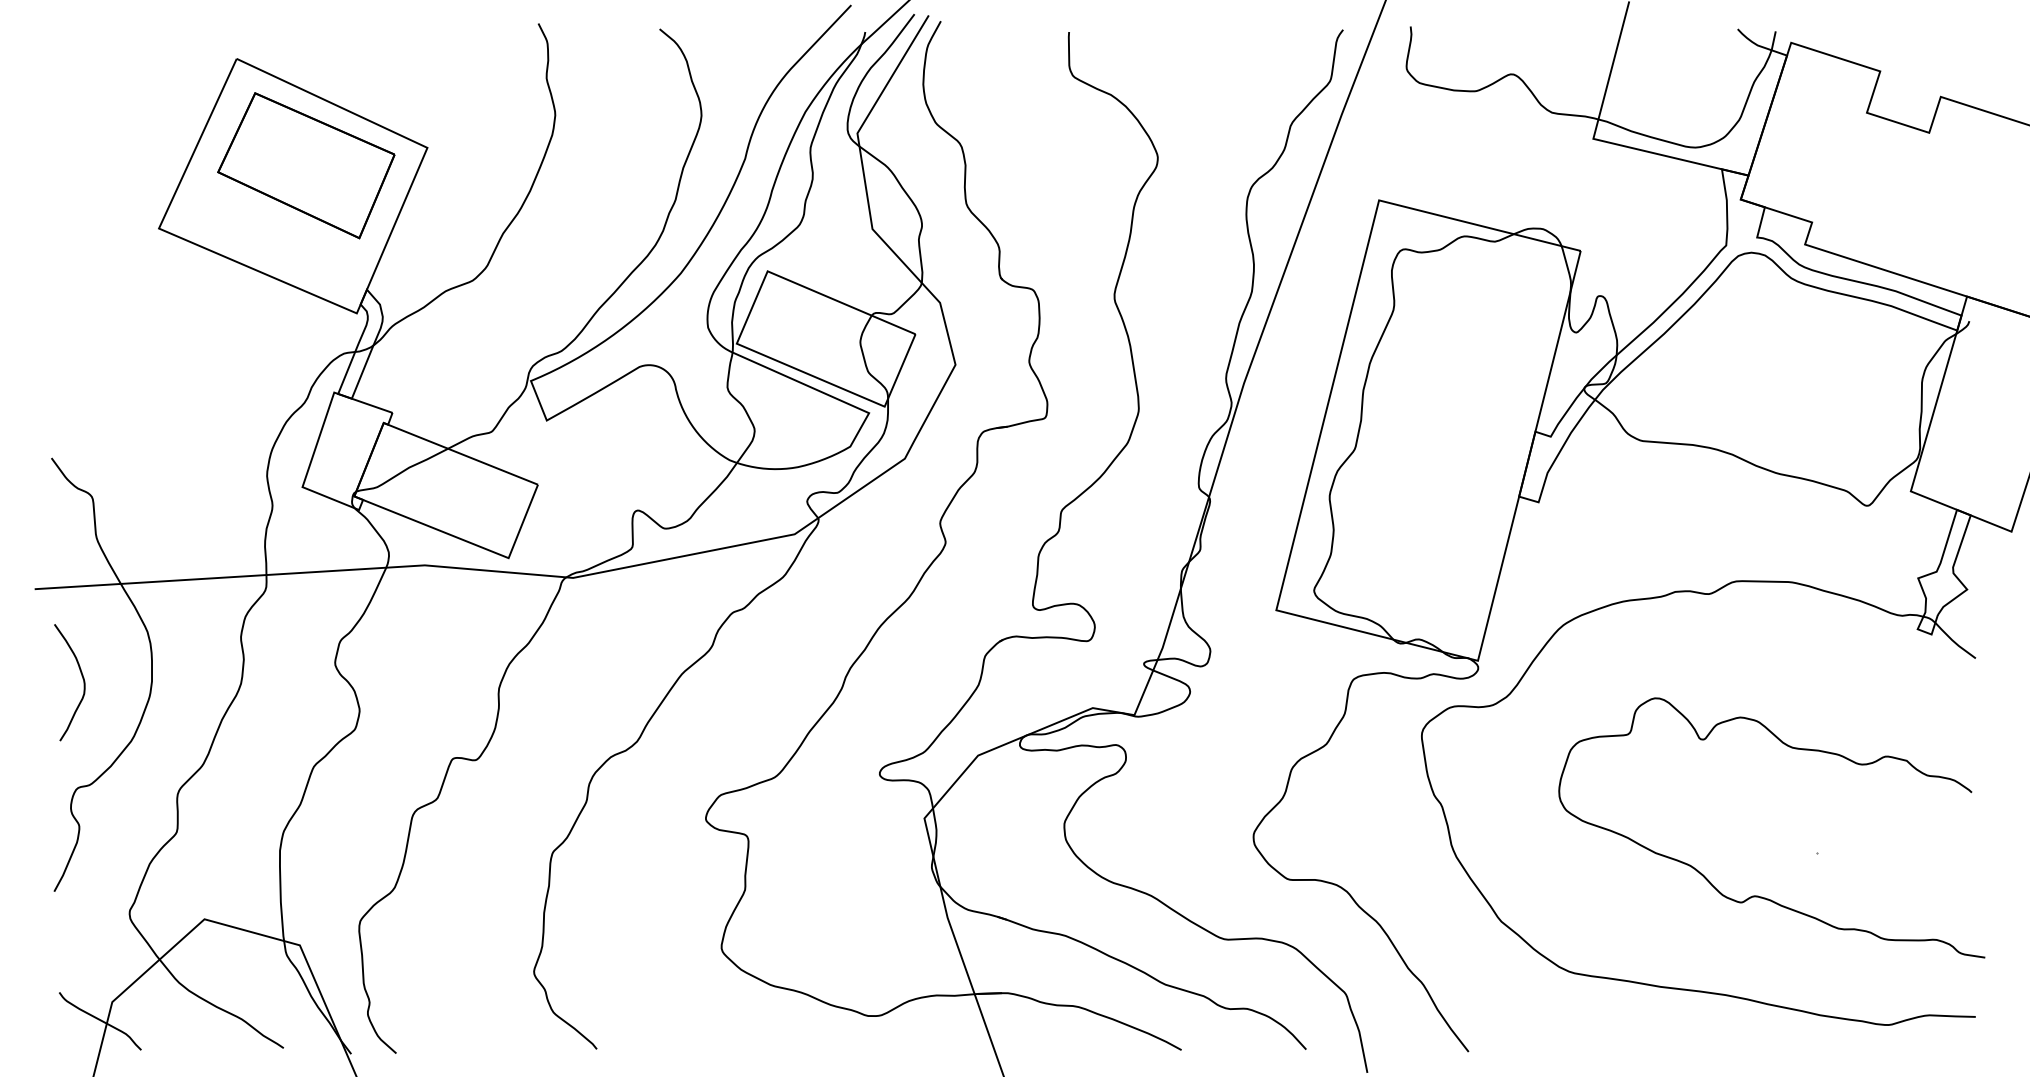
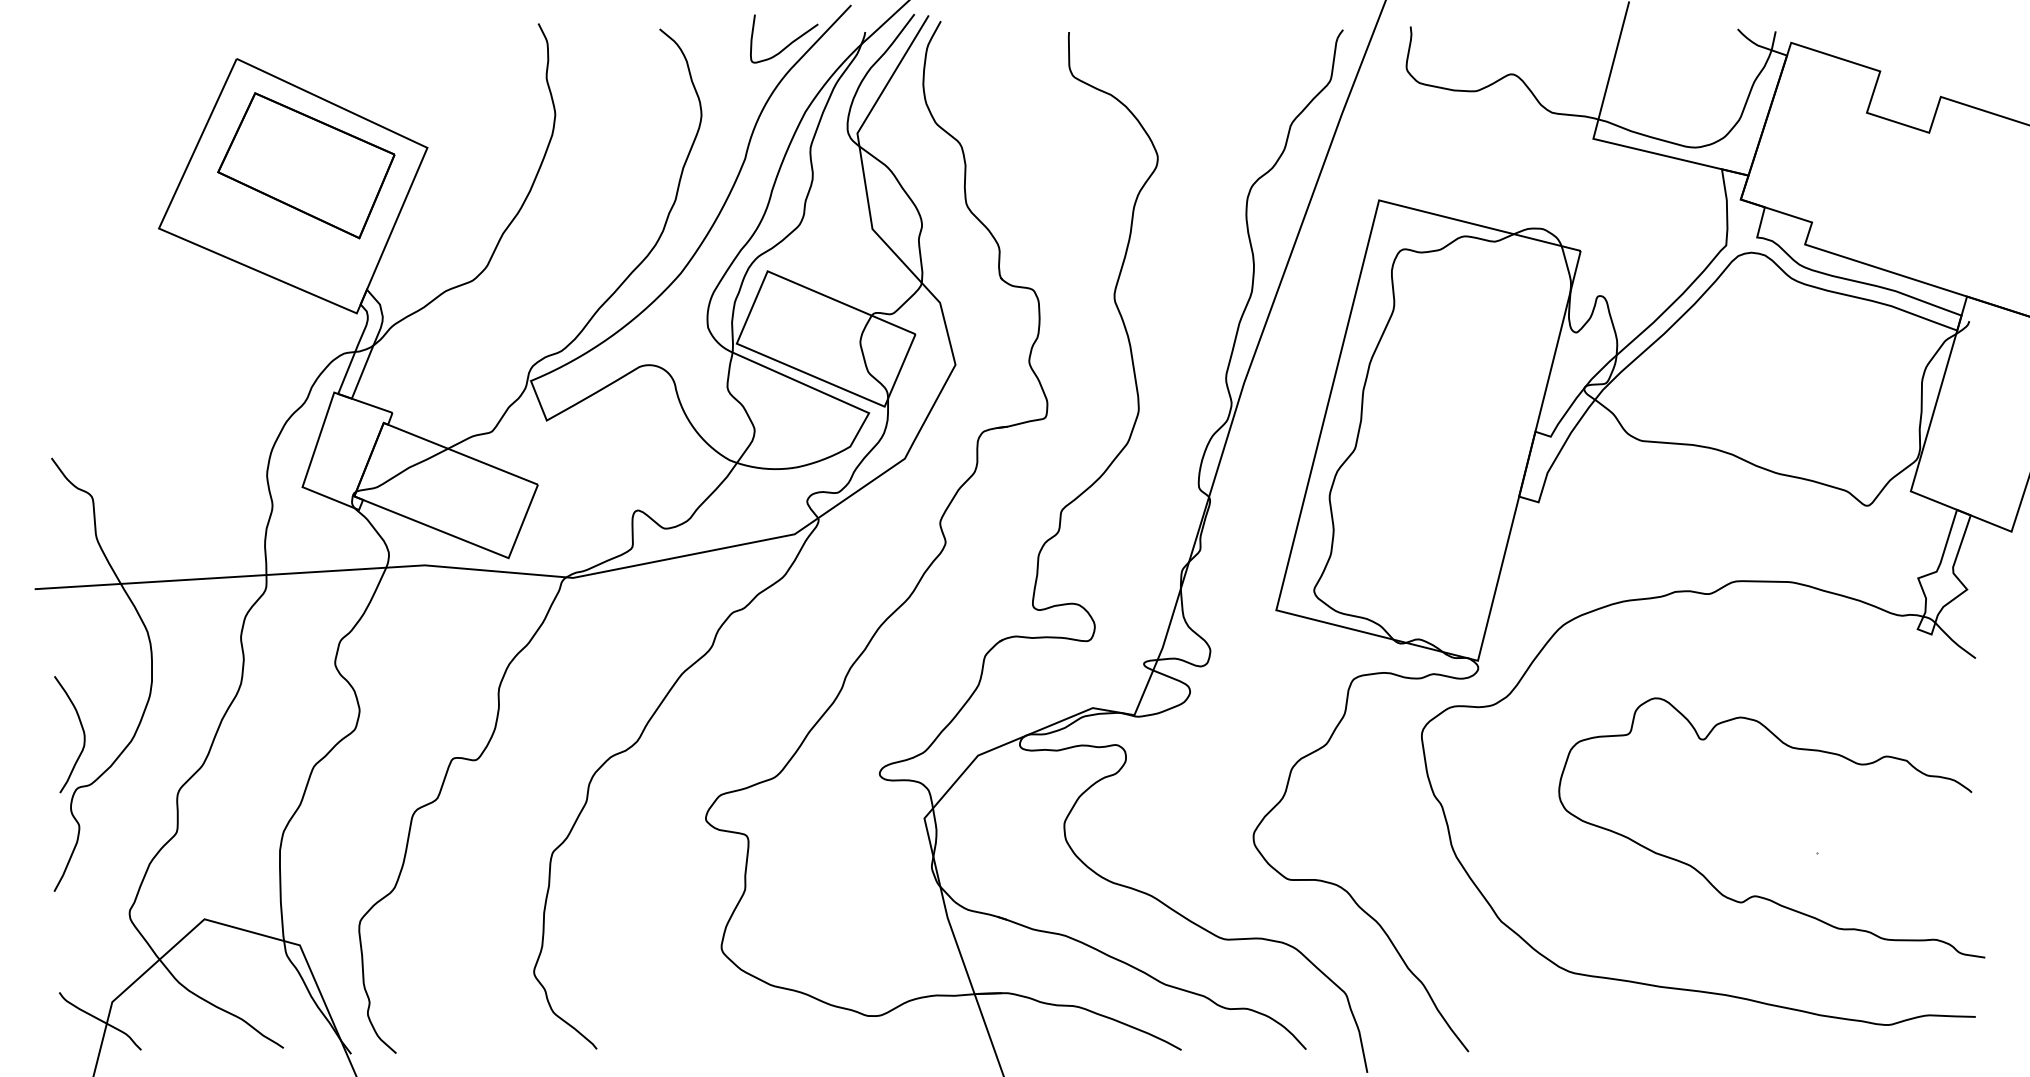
curve at (789, 43): none -> present
curve at (82, 679) position: (82, 679) -> (82, 731)
